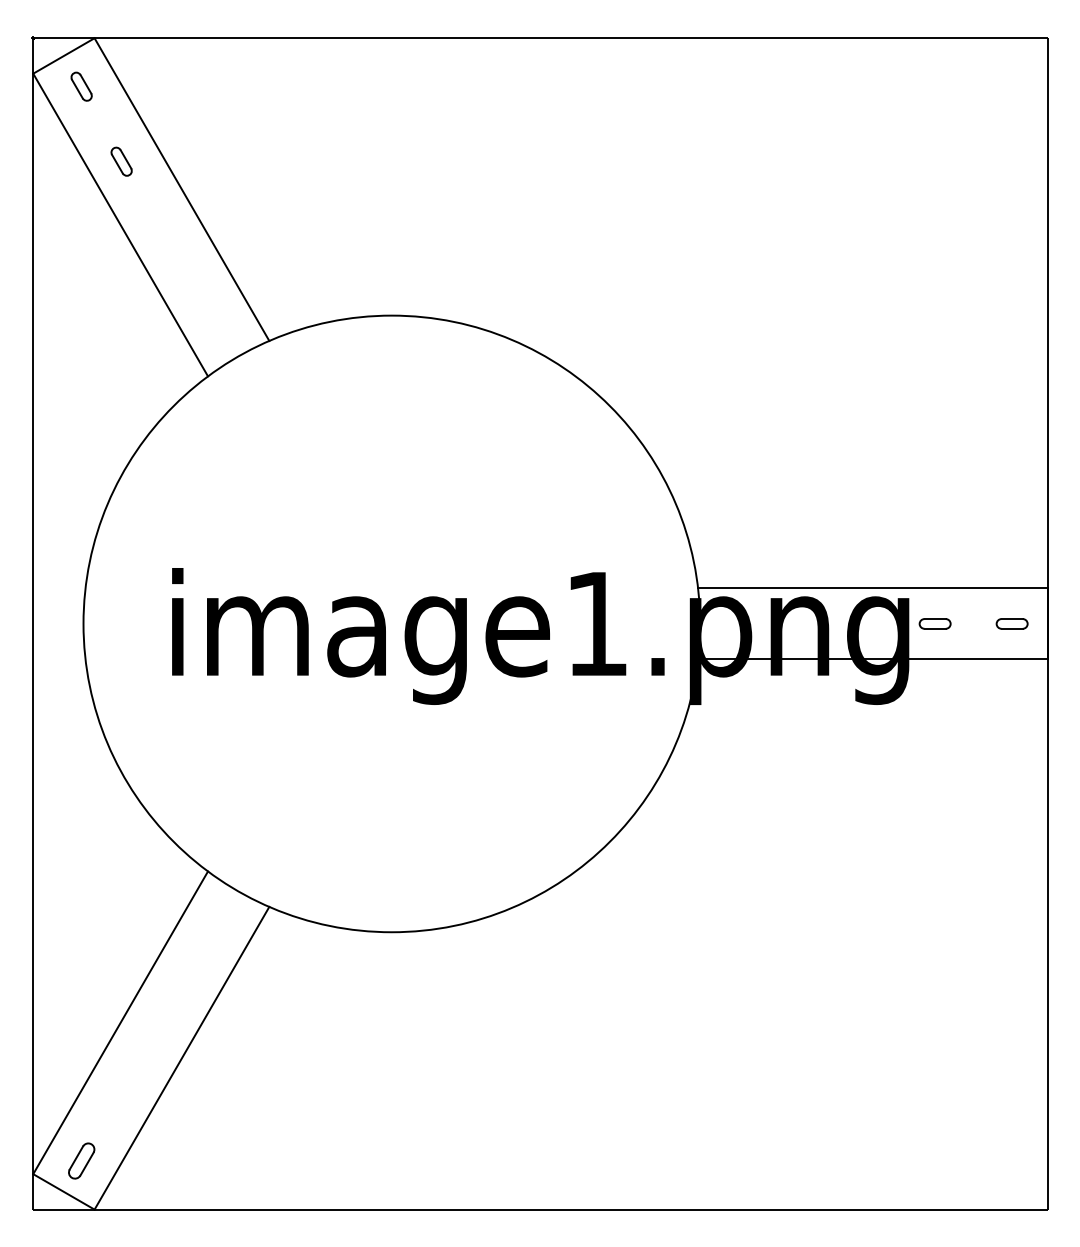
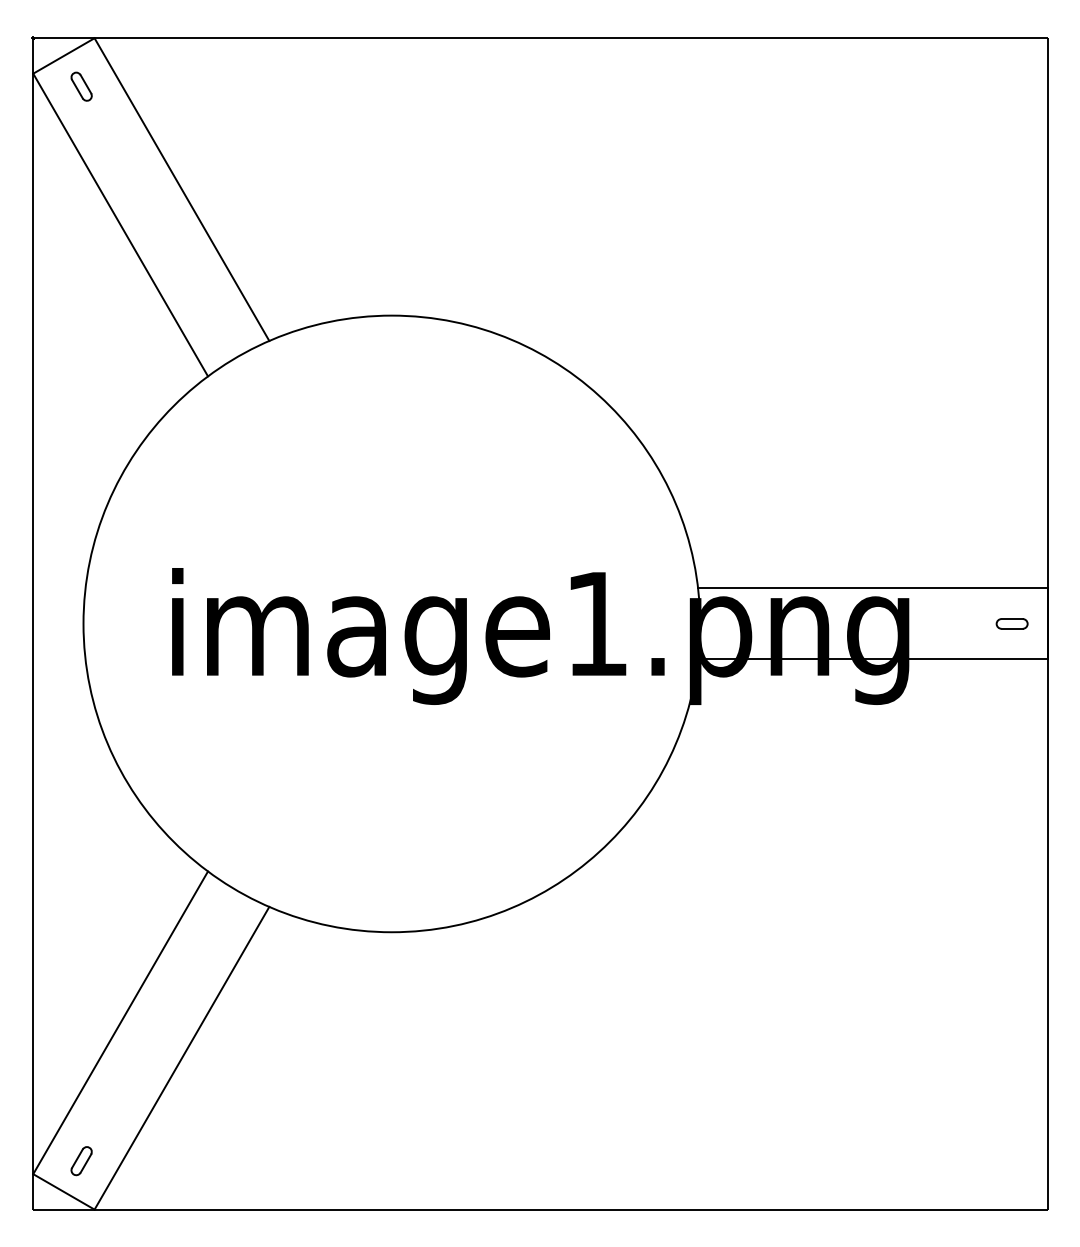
part at (121, 161): present -> none
part at (934, 623): present -> none
part at (81, 1160) size: 28x38 px -> 23x31 px
